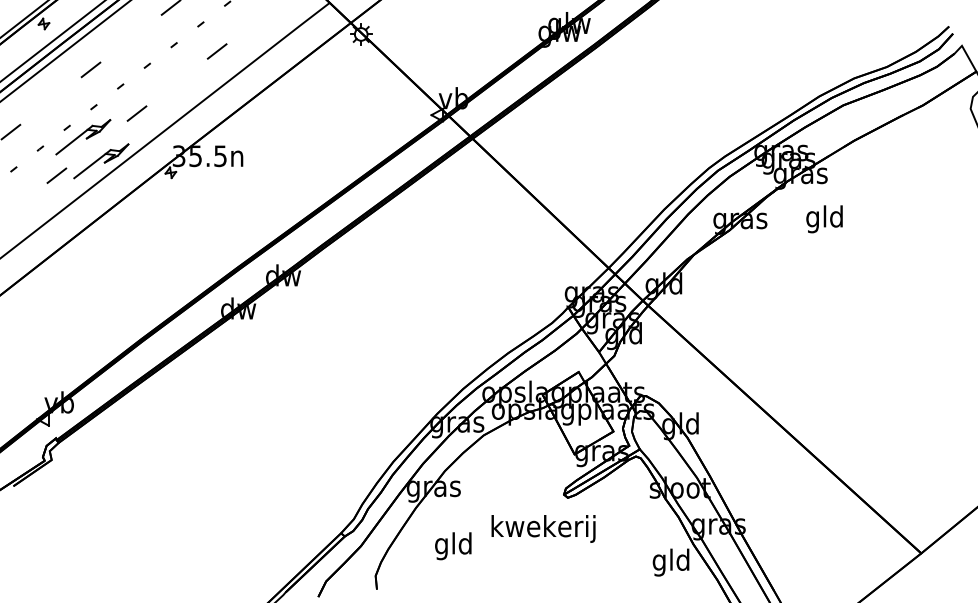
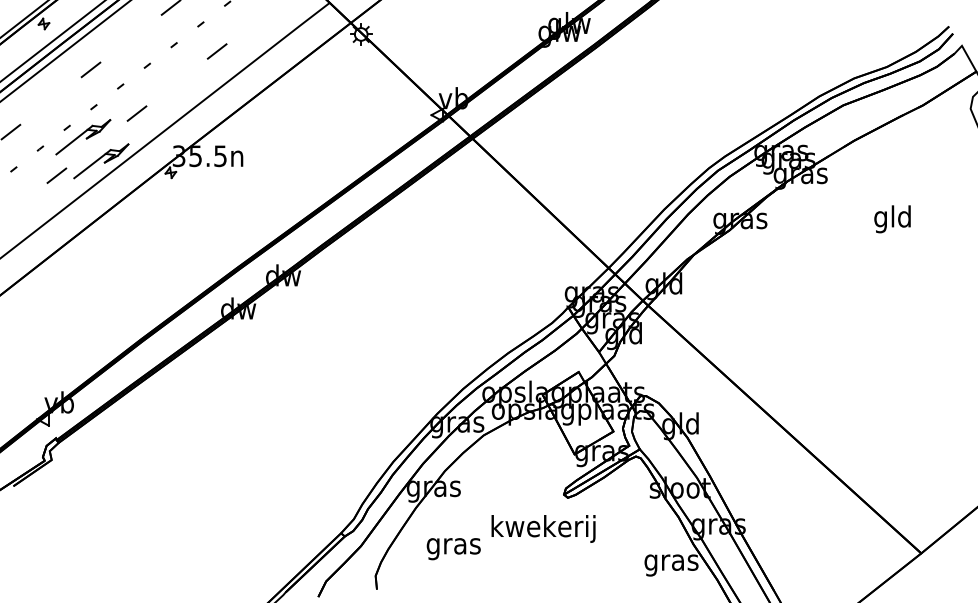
text at (824, 219) position: (824, 219) -> (892, 219)
text at (453, 546): gld -> gras
text at (671, 562): gld -> gras
